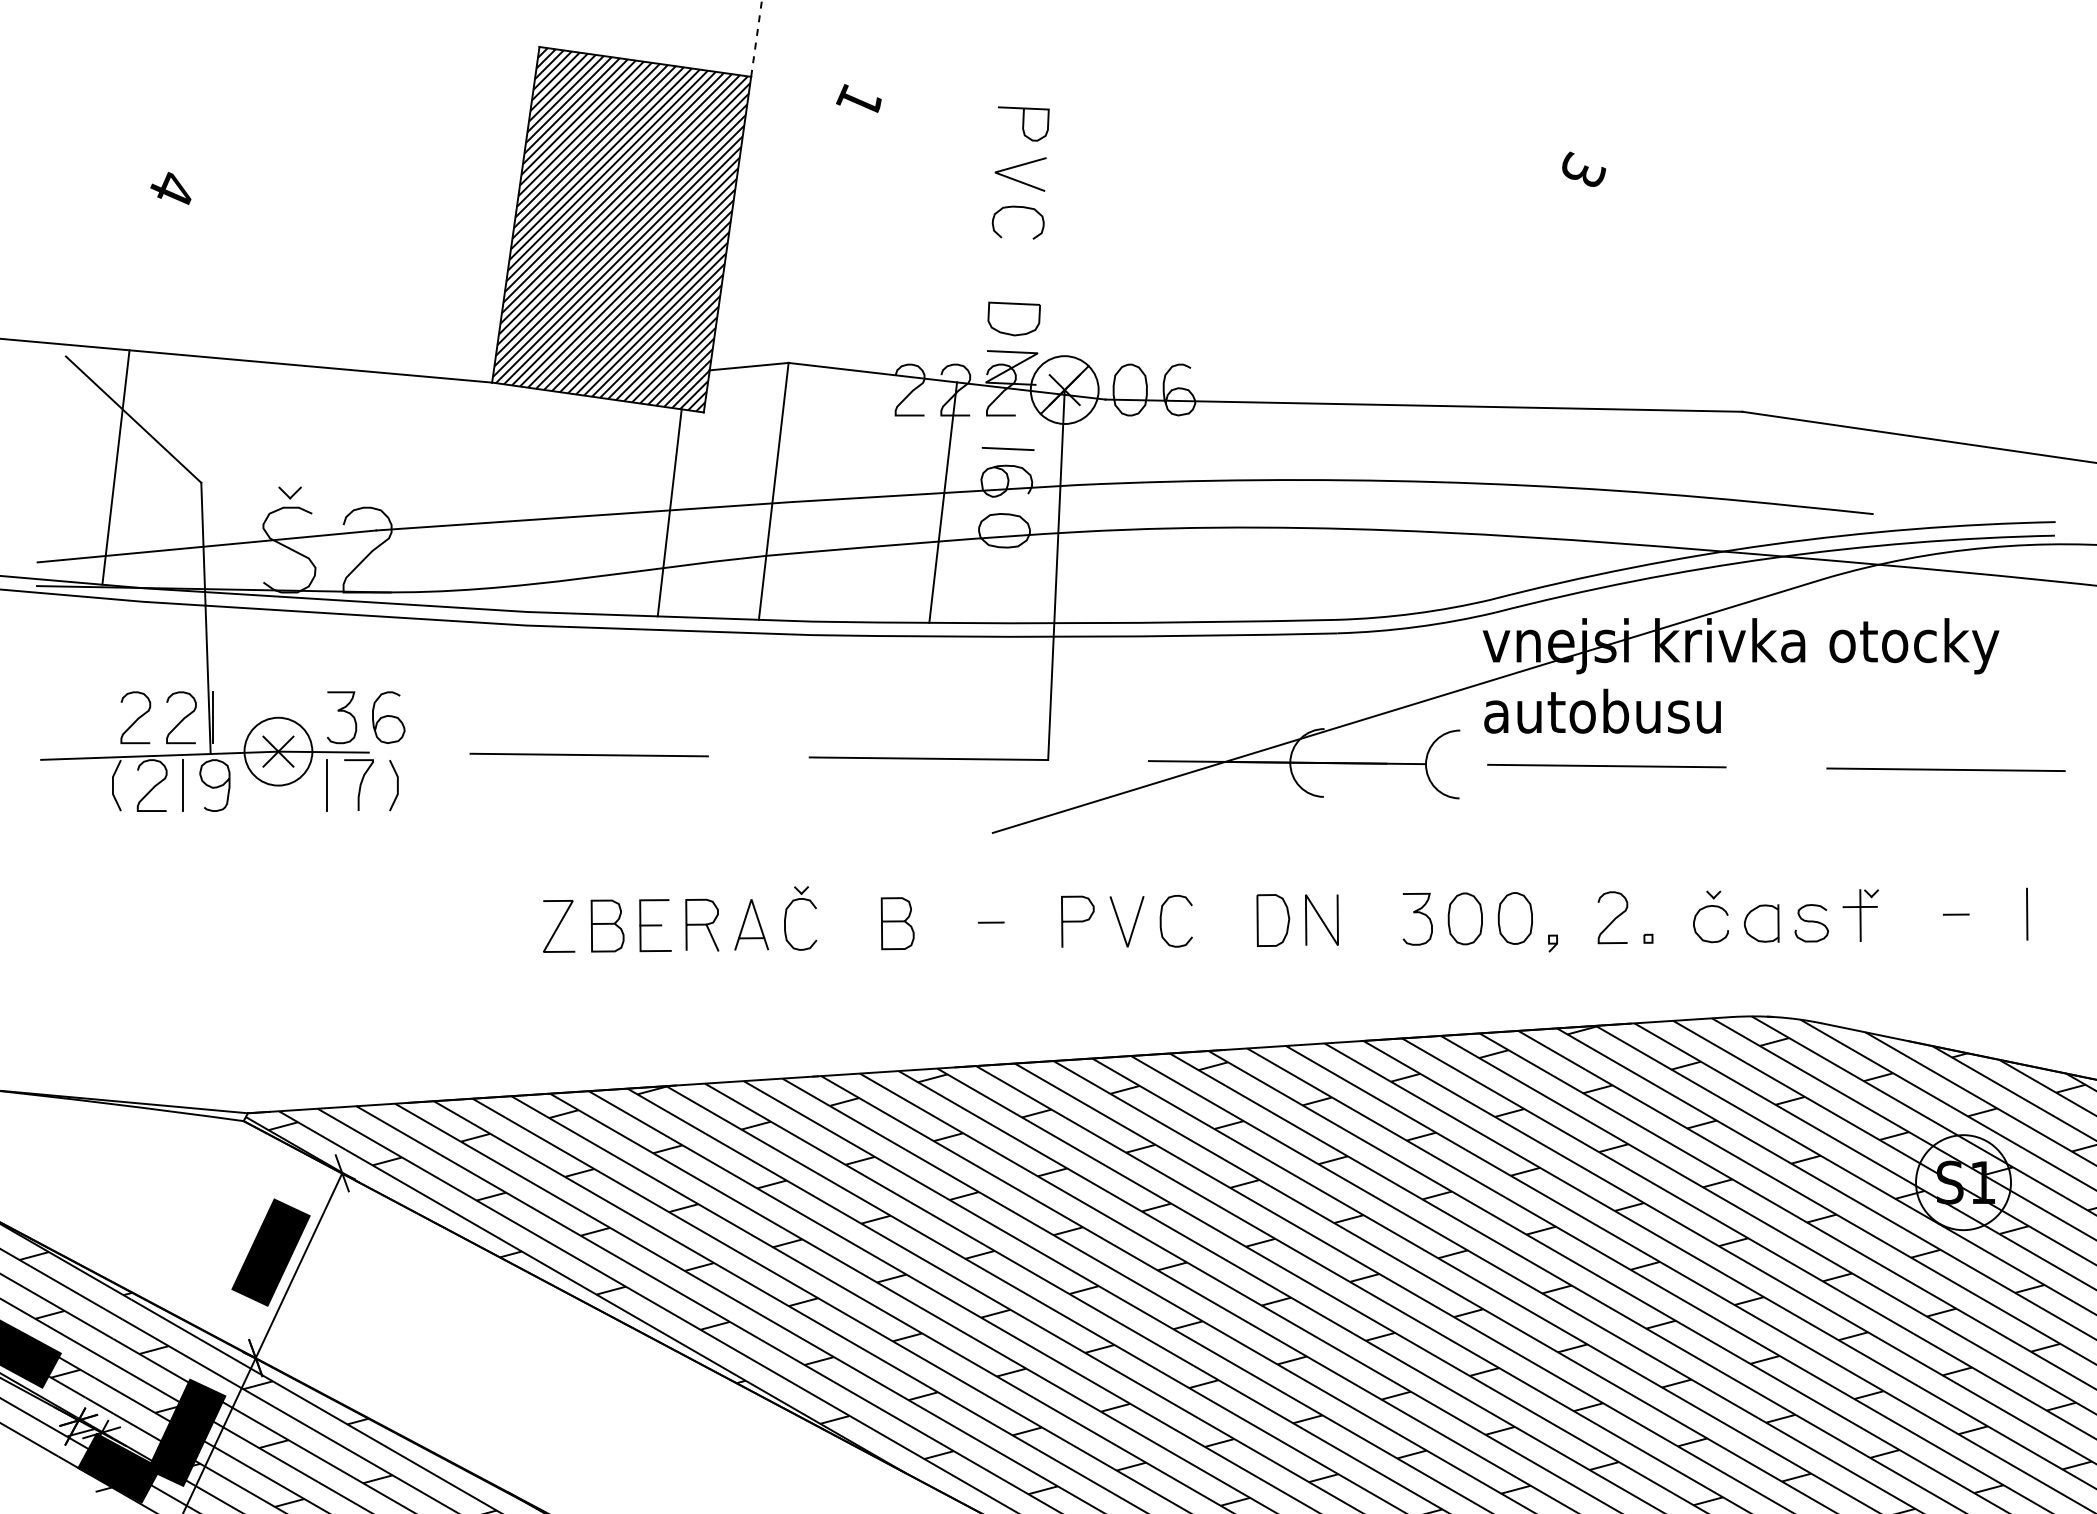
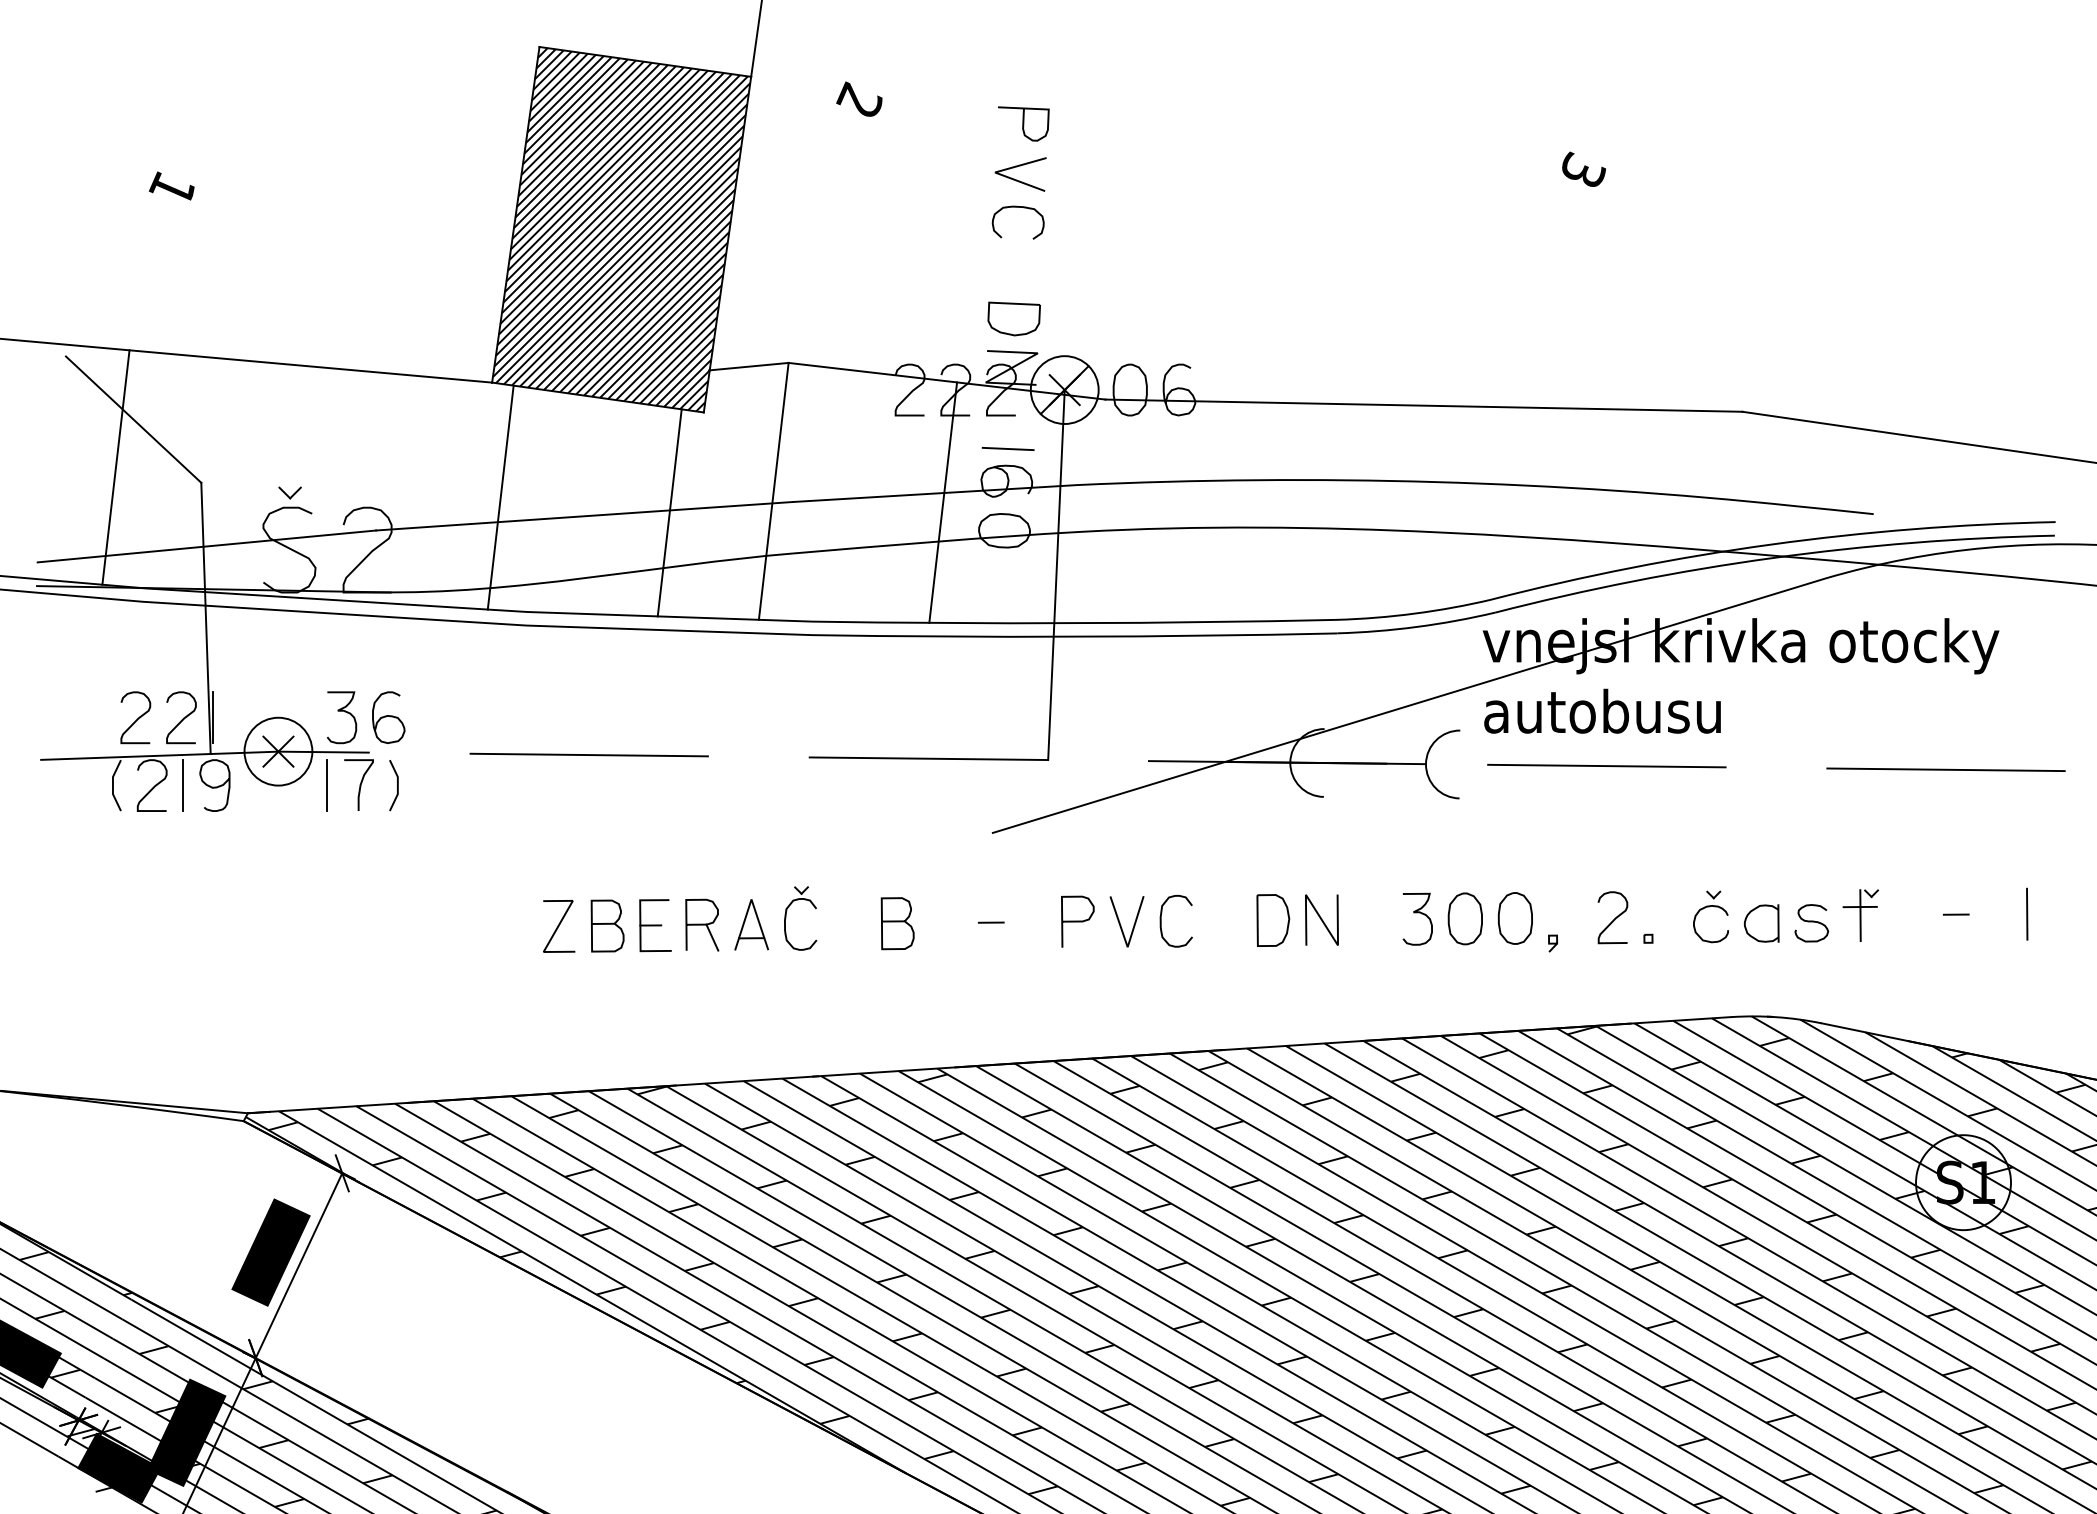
line at (756, 38): dashed -> solid
text at (859, 98): 1 -> 2
text at (171, 187): 4 -> 1
line at (500, 497): none -> present
